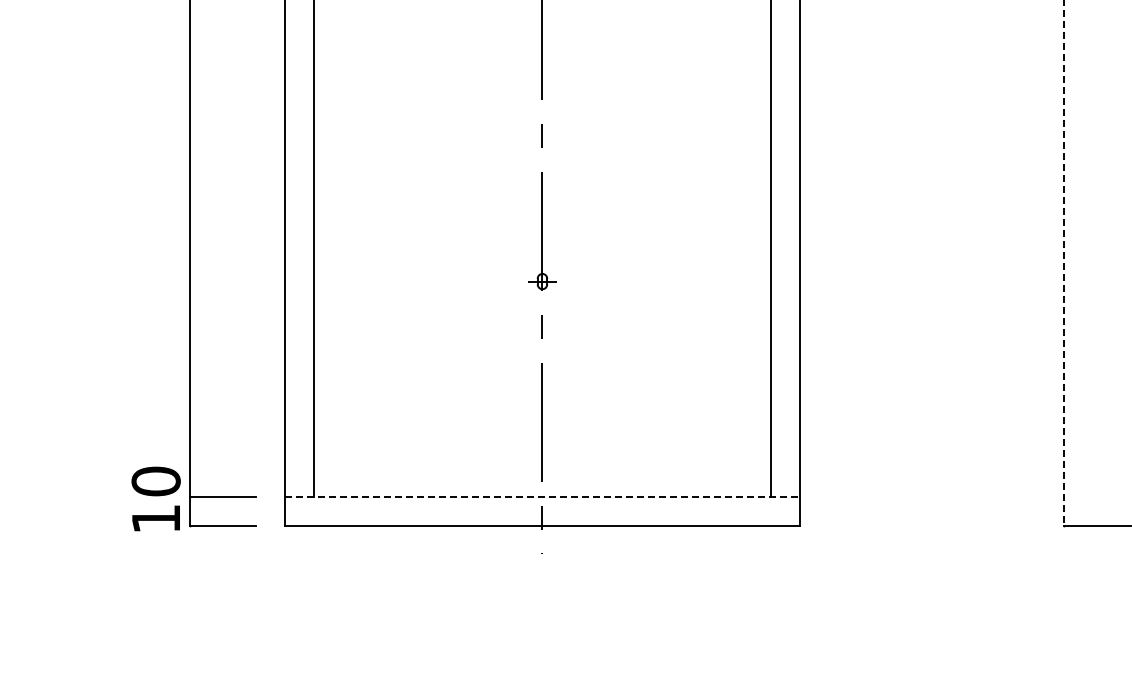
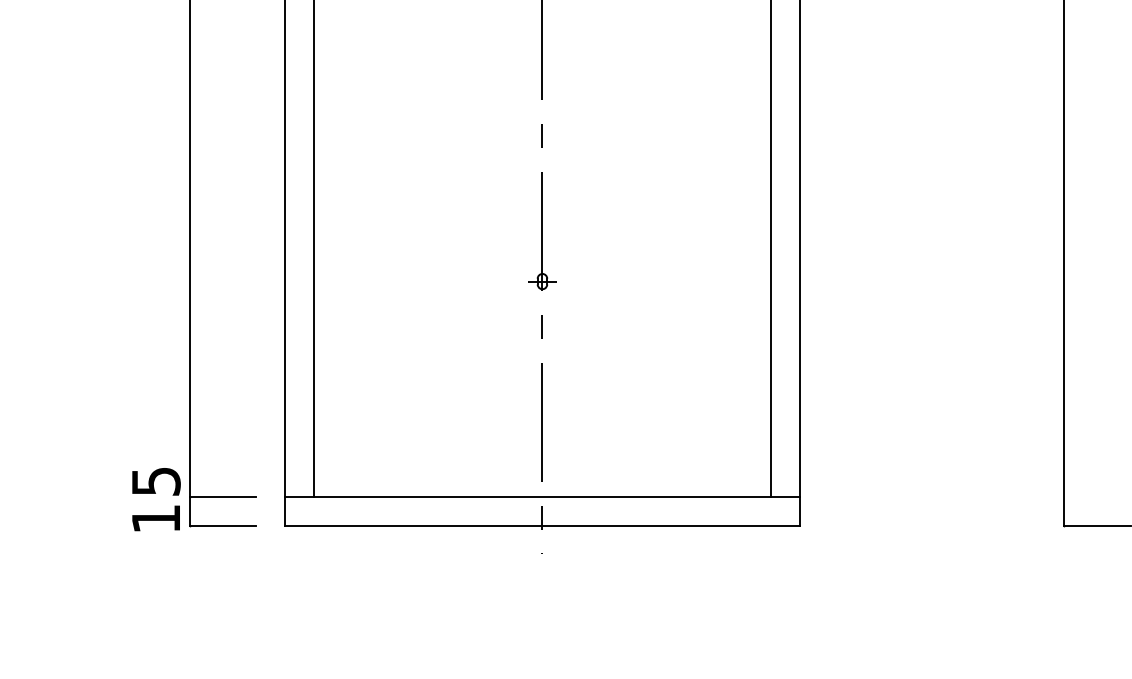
line at (1064, 262): dashed -> solid
text at (155, 481): 10 -> 15
line at (542, 497): dashed -> solid
